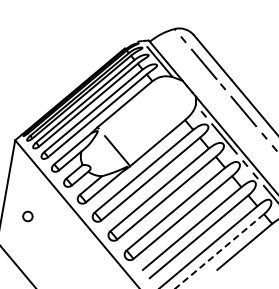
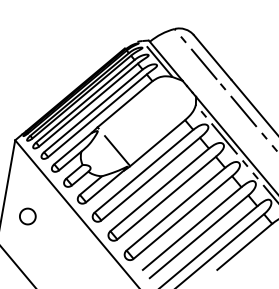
part at (27, 216) size: 12x13 px -> 18x19 px
line at (219, 251): dashed -> solid
